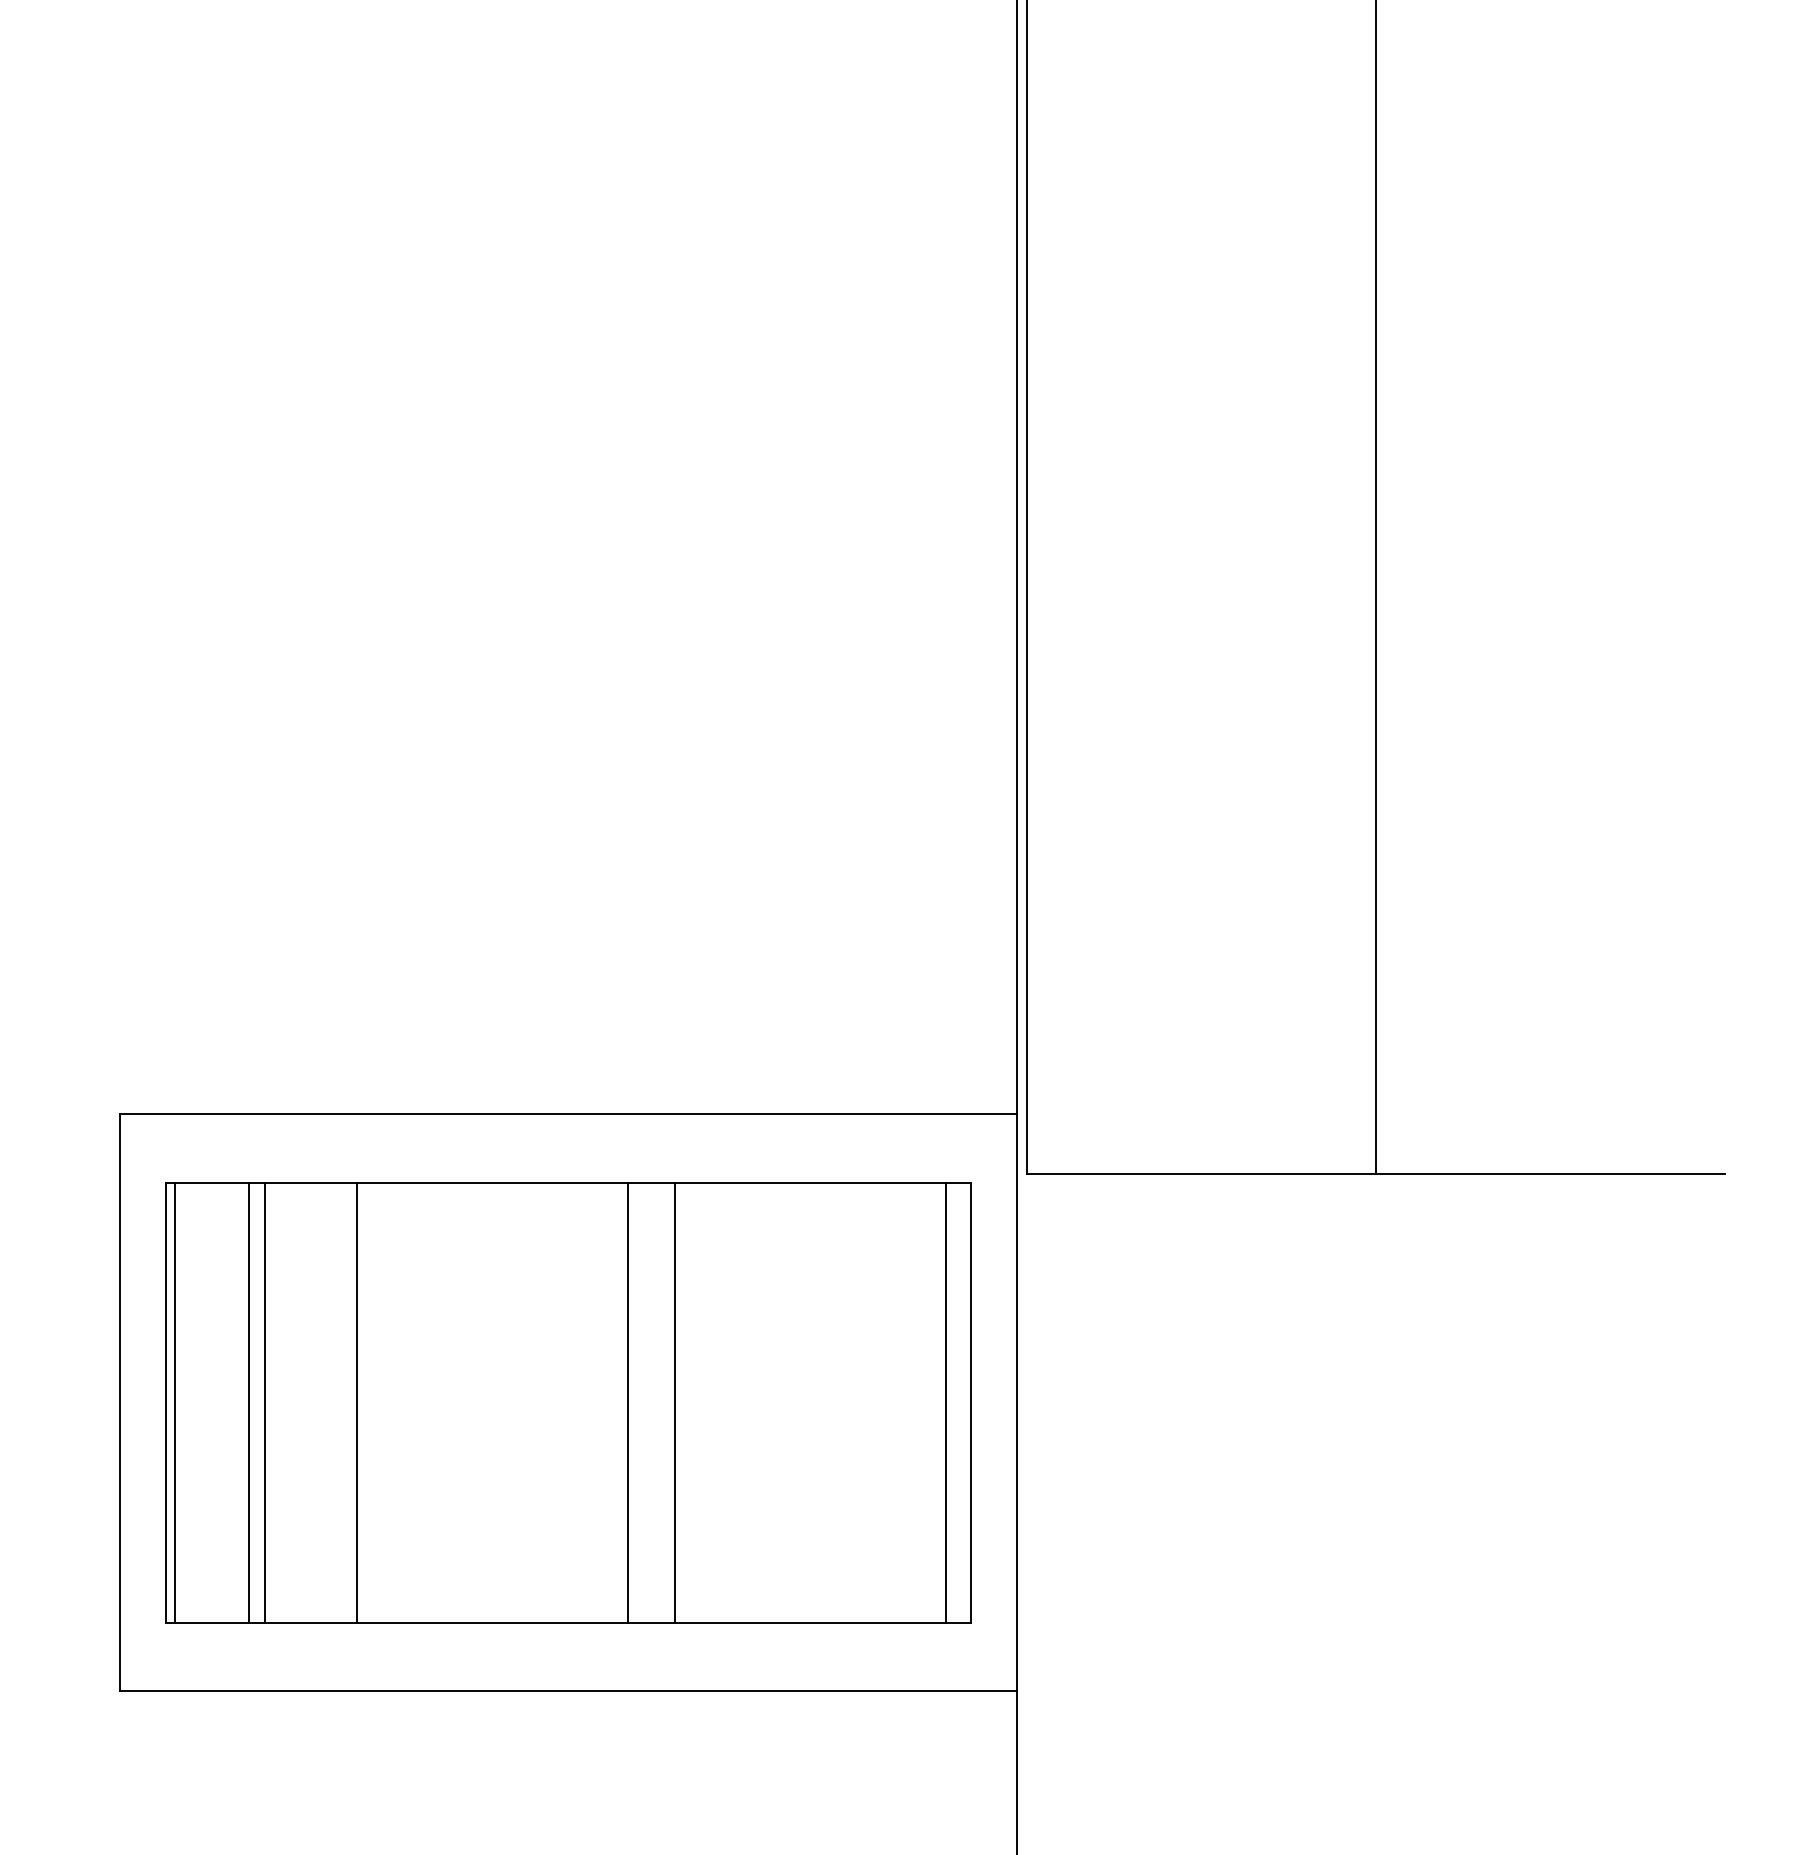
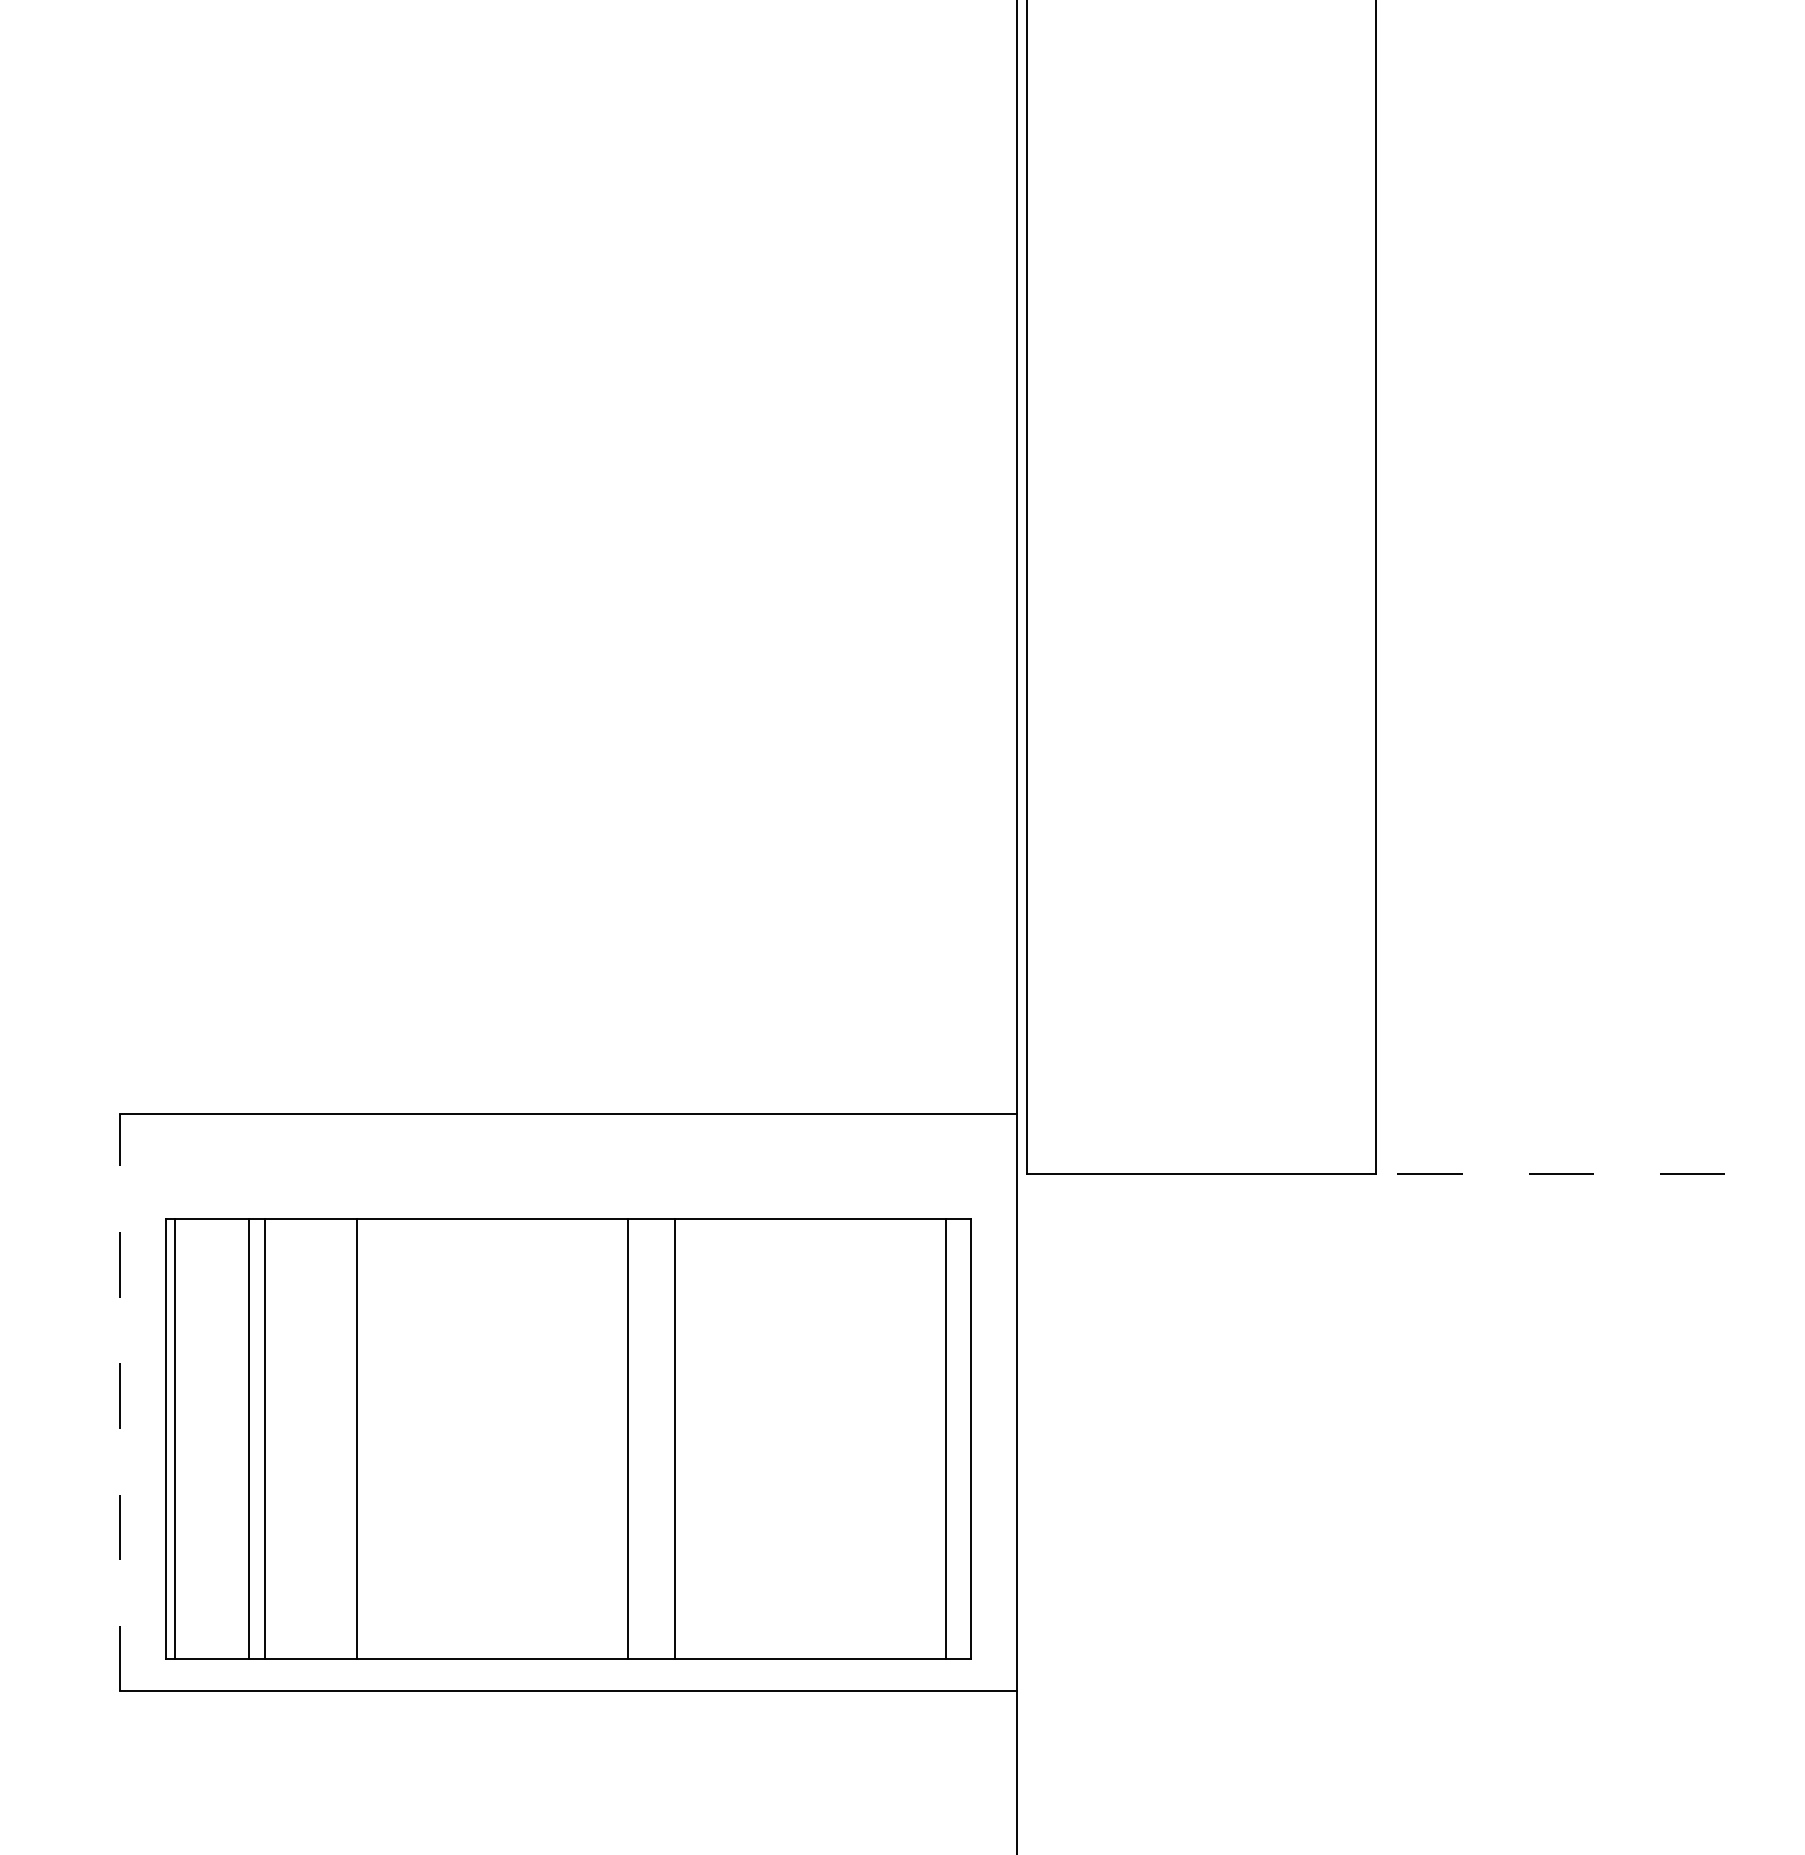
line at (1550, 1173): solid -> dashed
line at (120, 1402): solid -> dashed
part at (568, 1402) position: (568, 1402) -> (568, 1438)
